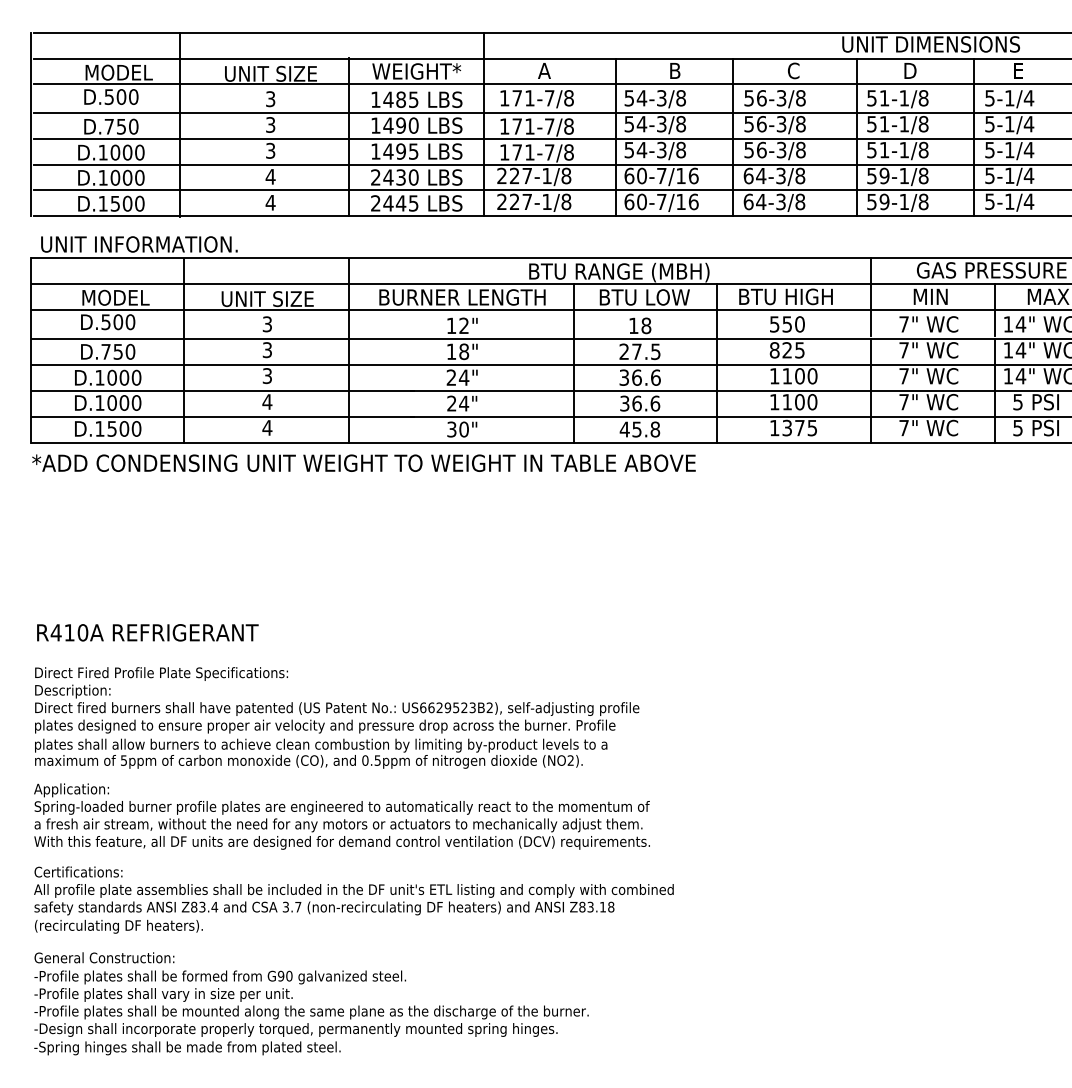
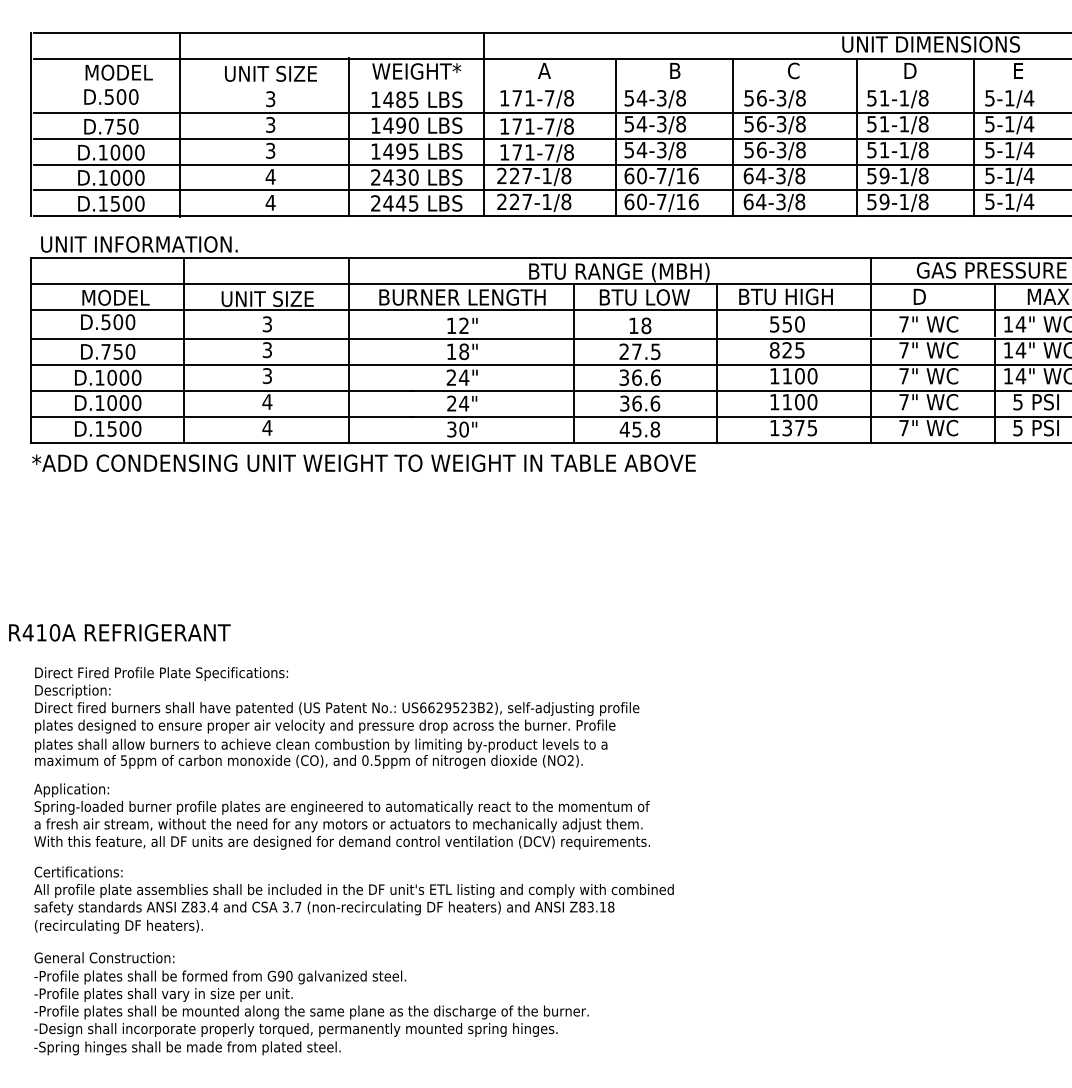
line at (550, 84): present -> none
text at (931, 296): MIN -> D
text at (147, 632) position: (147, 632) -> (119, 632)
